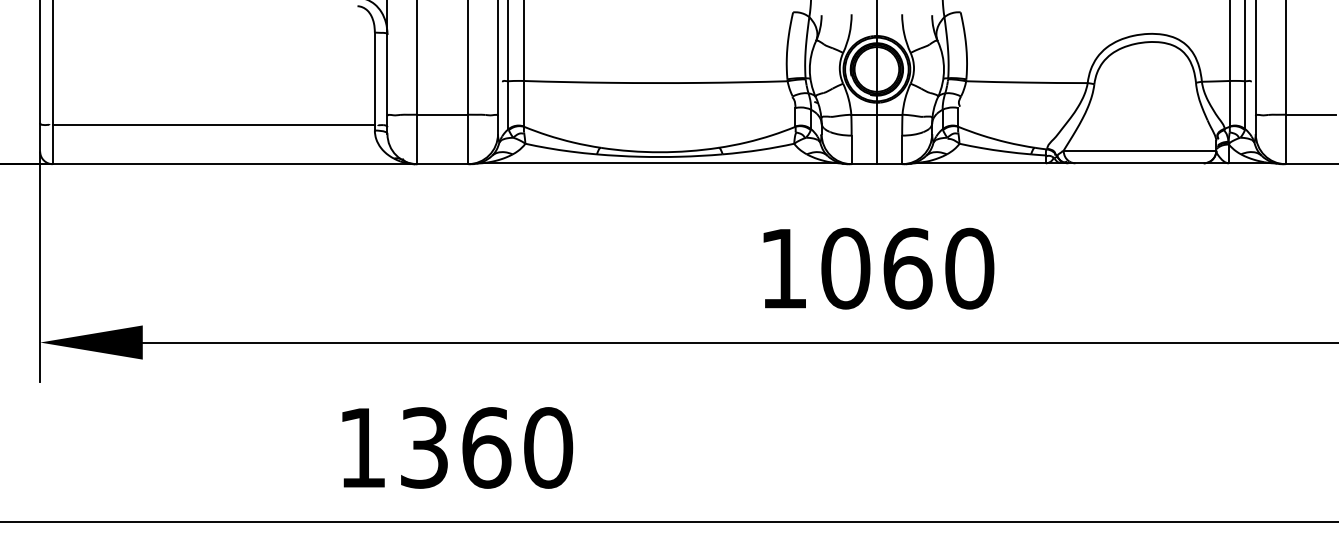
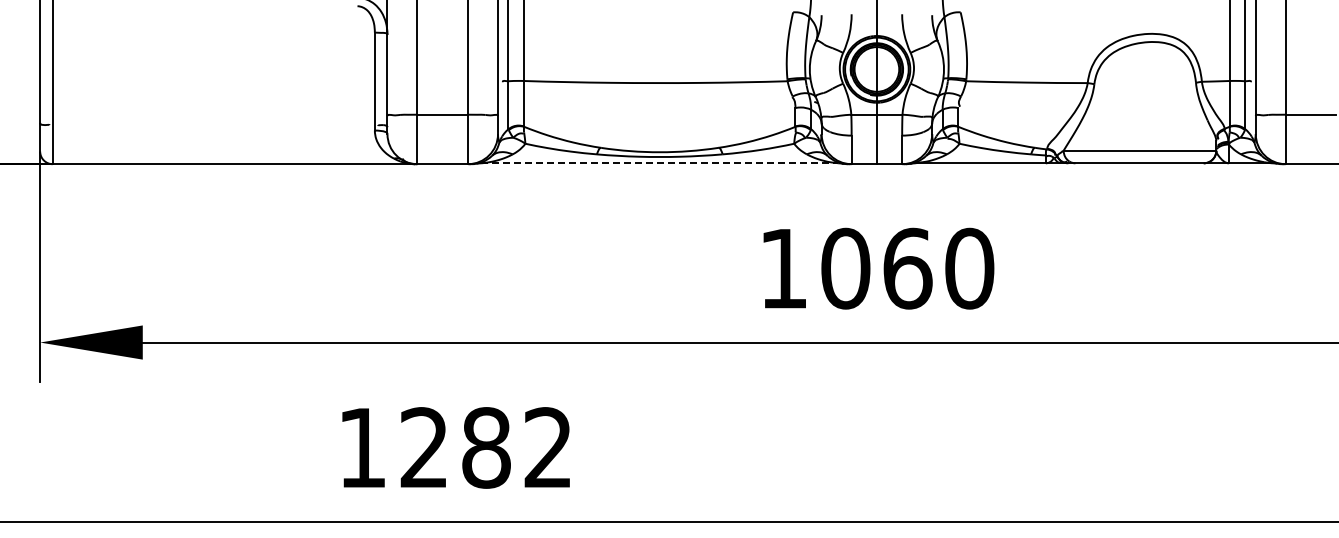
line at (213, 125): present -> none
line at (660, 163): solid -> dashed
text at (486, 447): 1360 -> 1282
